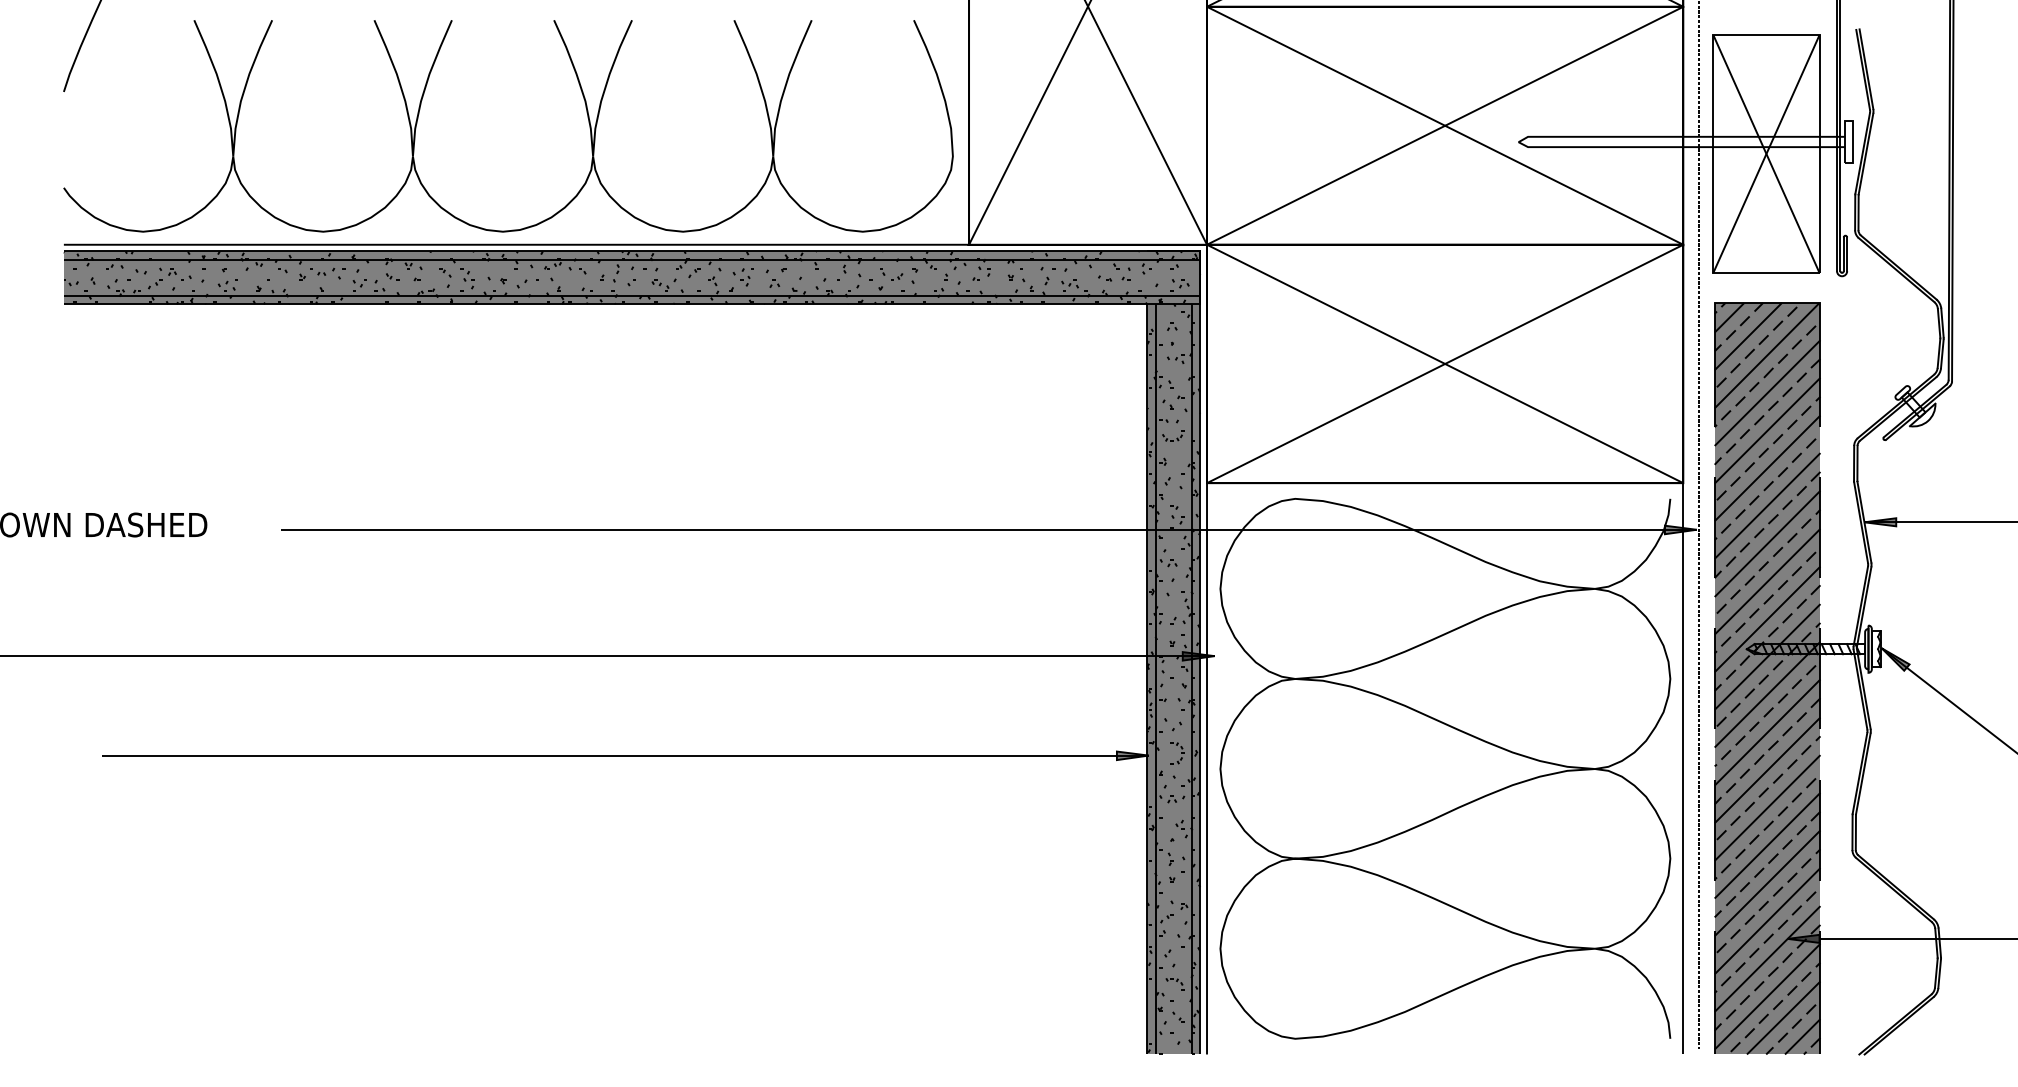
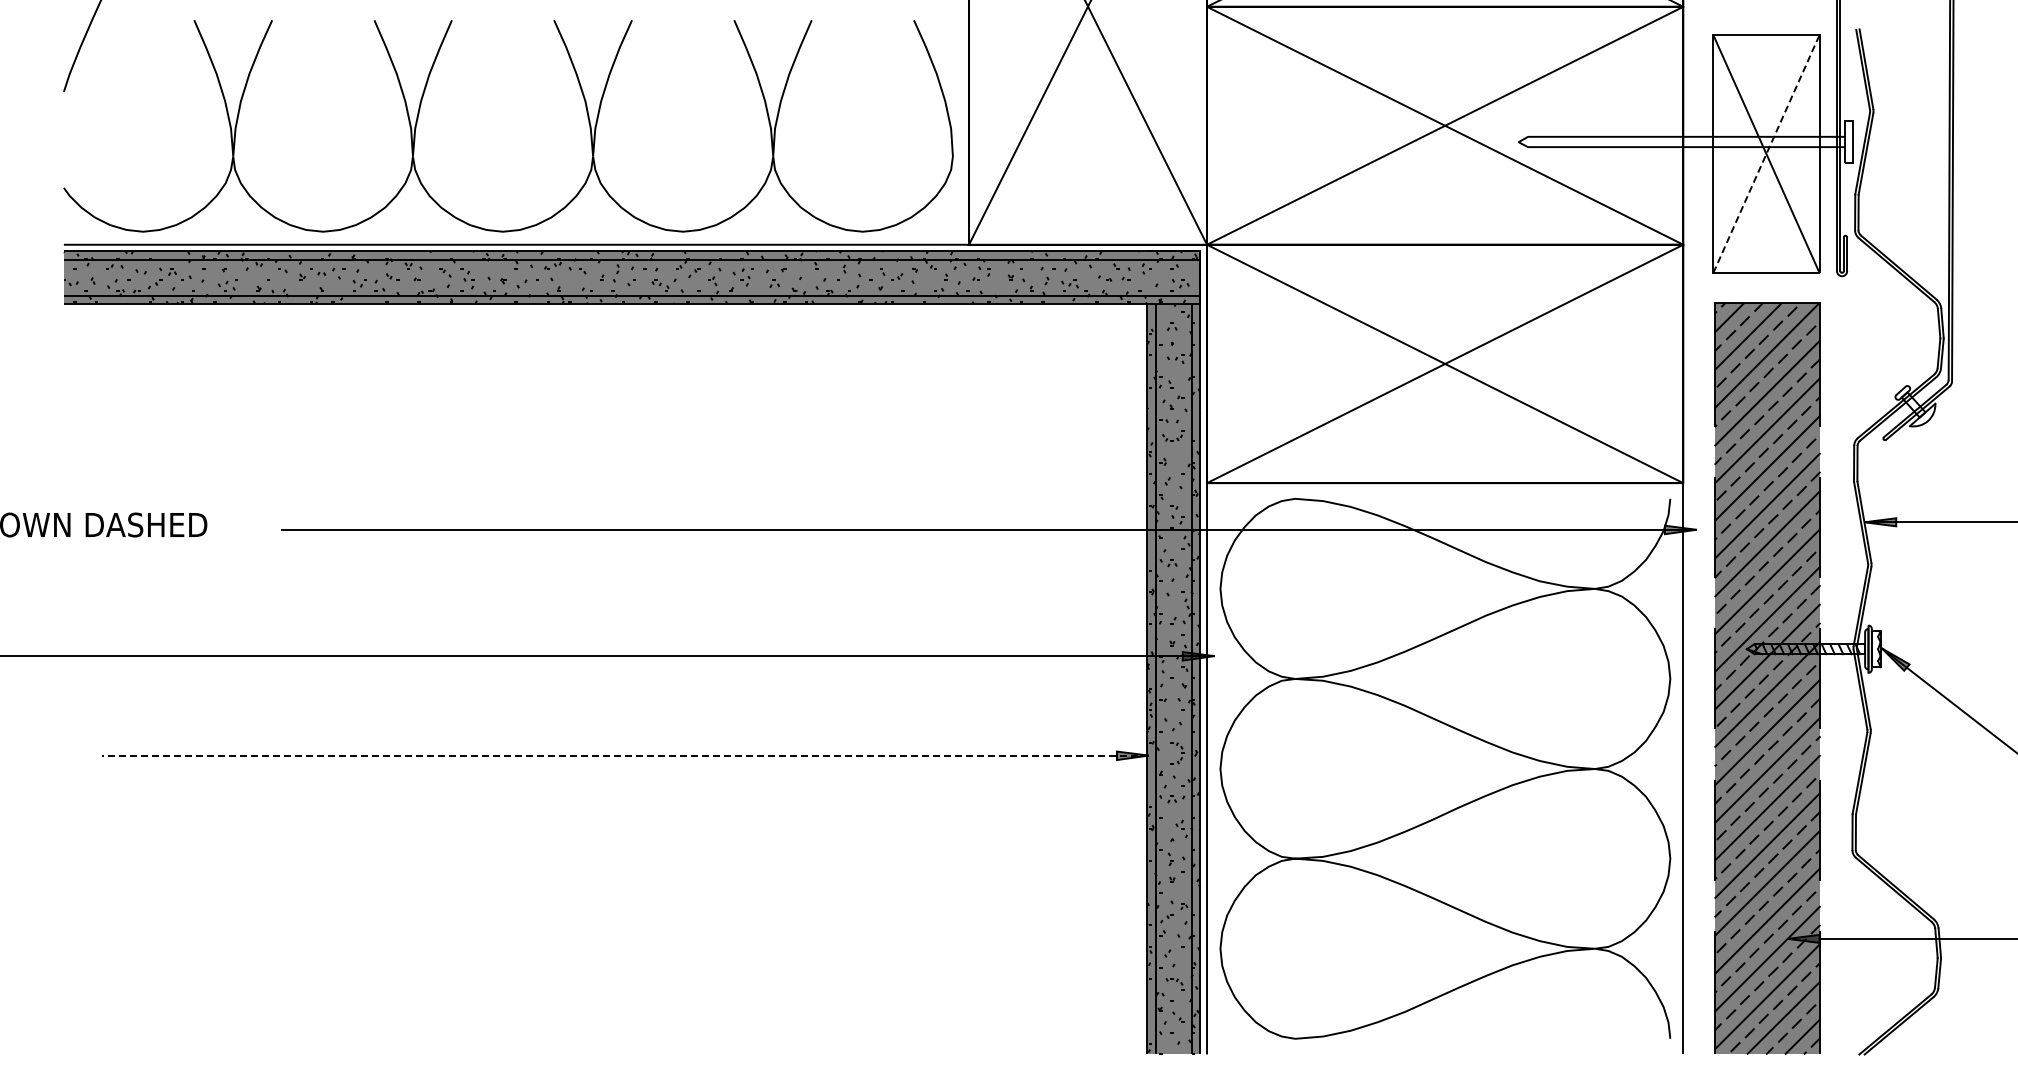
line at (1766, 153): solid -> dashed
line at (1699, 525): present -> none
line at (624, 755): solid -> dashed
